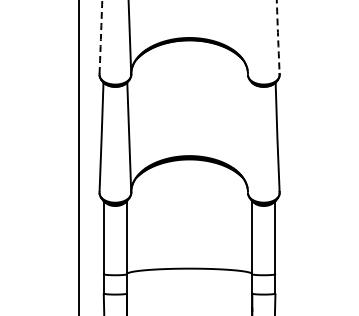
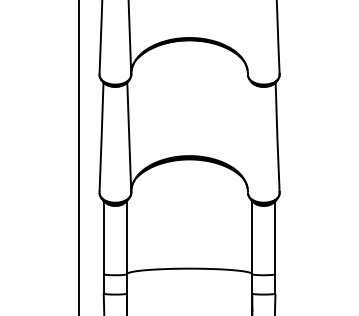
arc at (100, 37): dashed -> solid
arc at (278, 37): dashed -> solid
